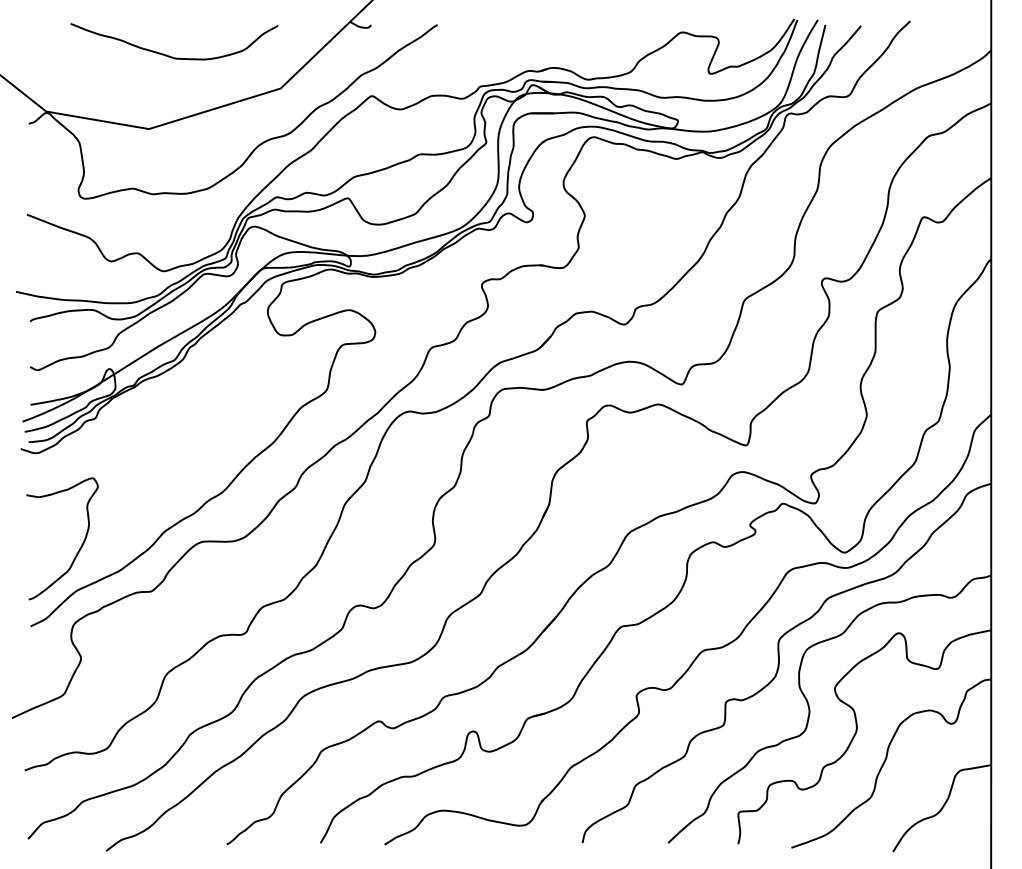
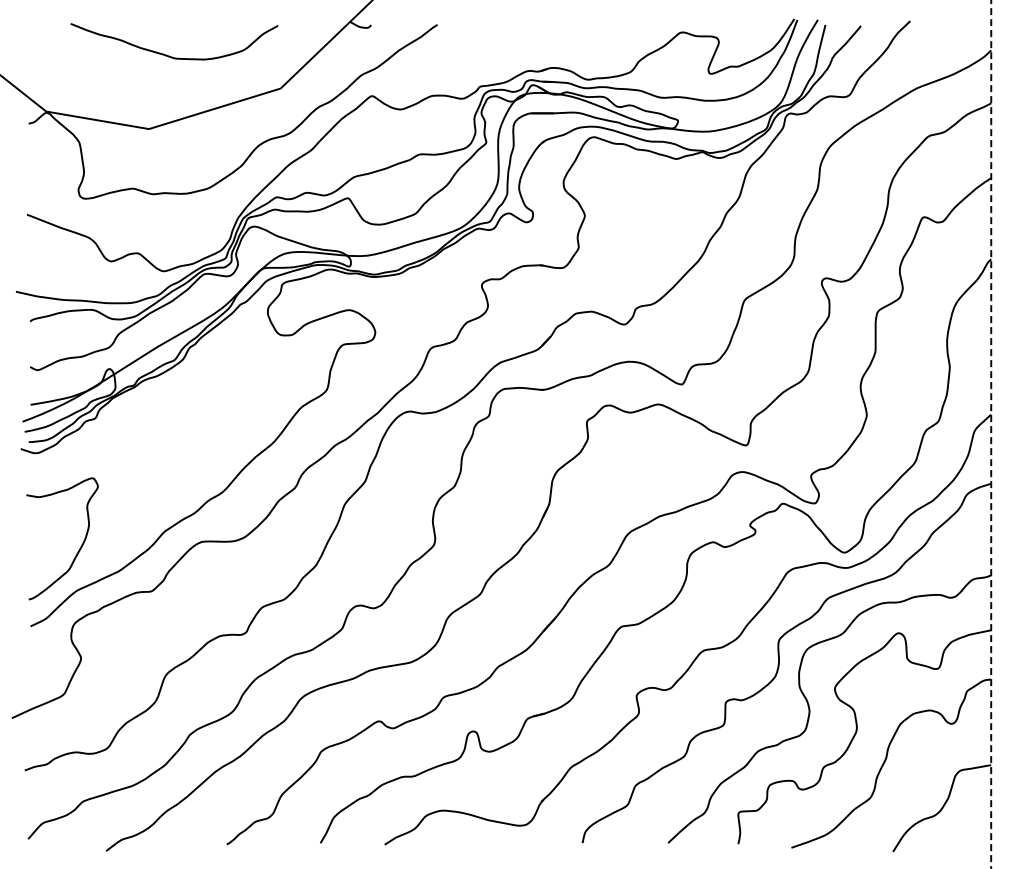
line at (991, 434): solid -> dashed
